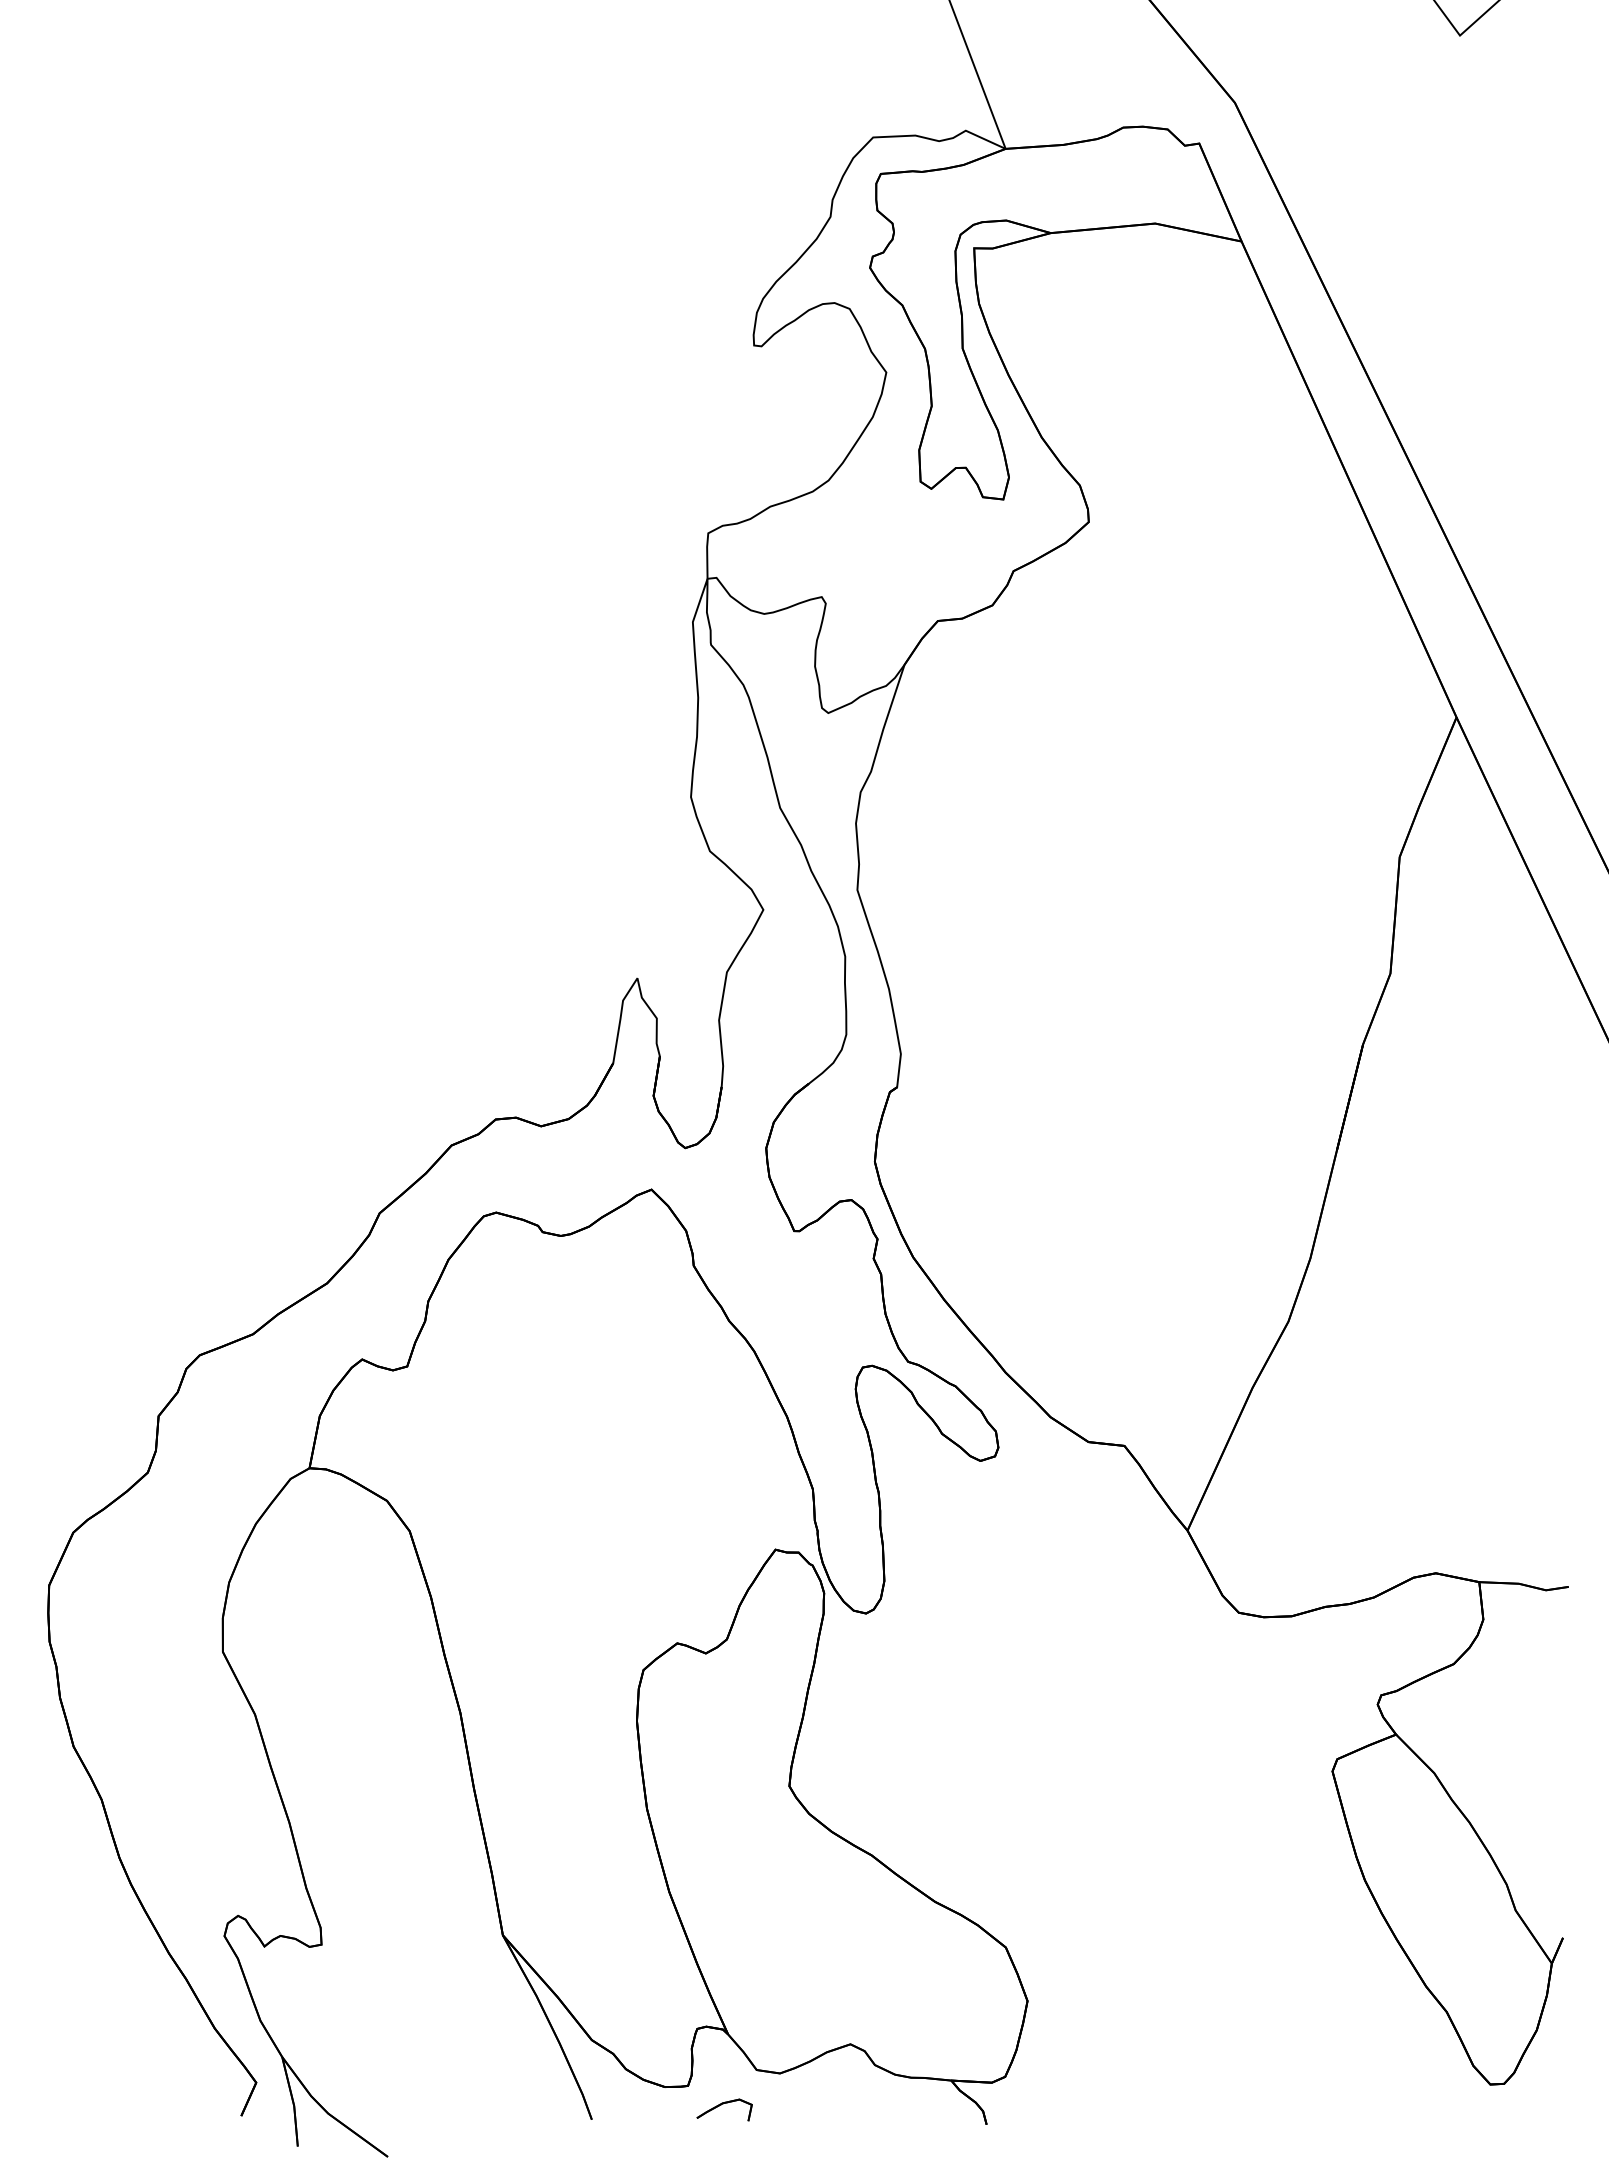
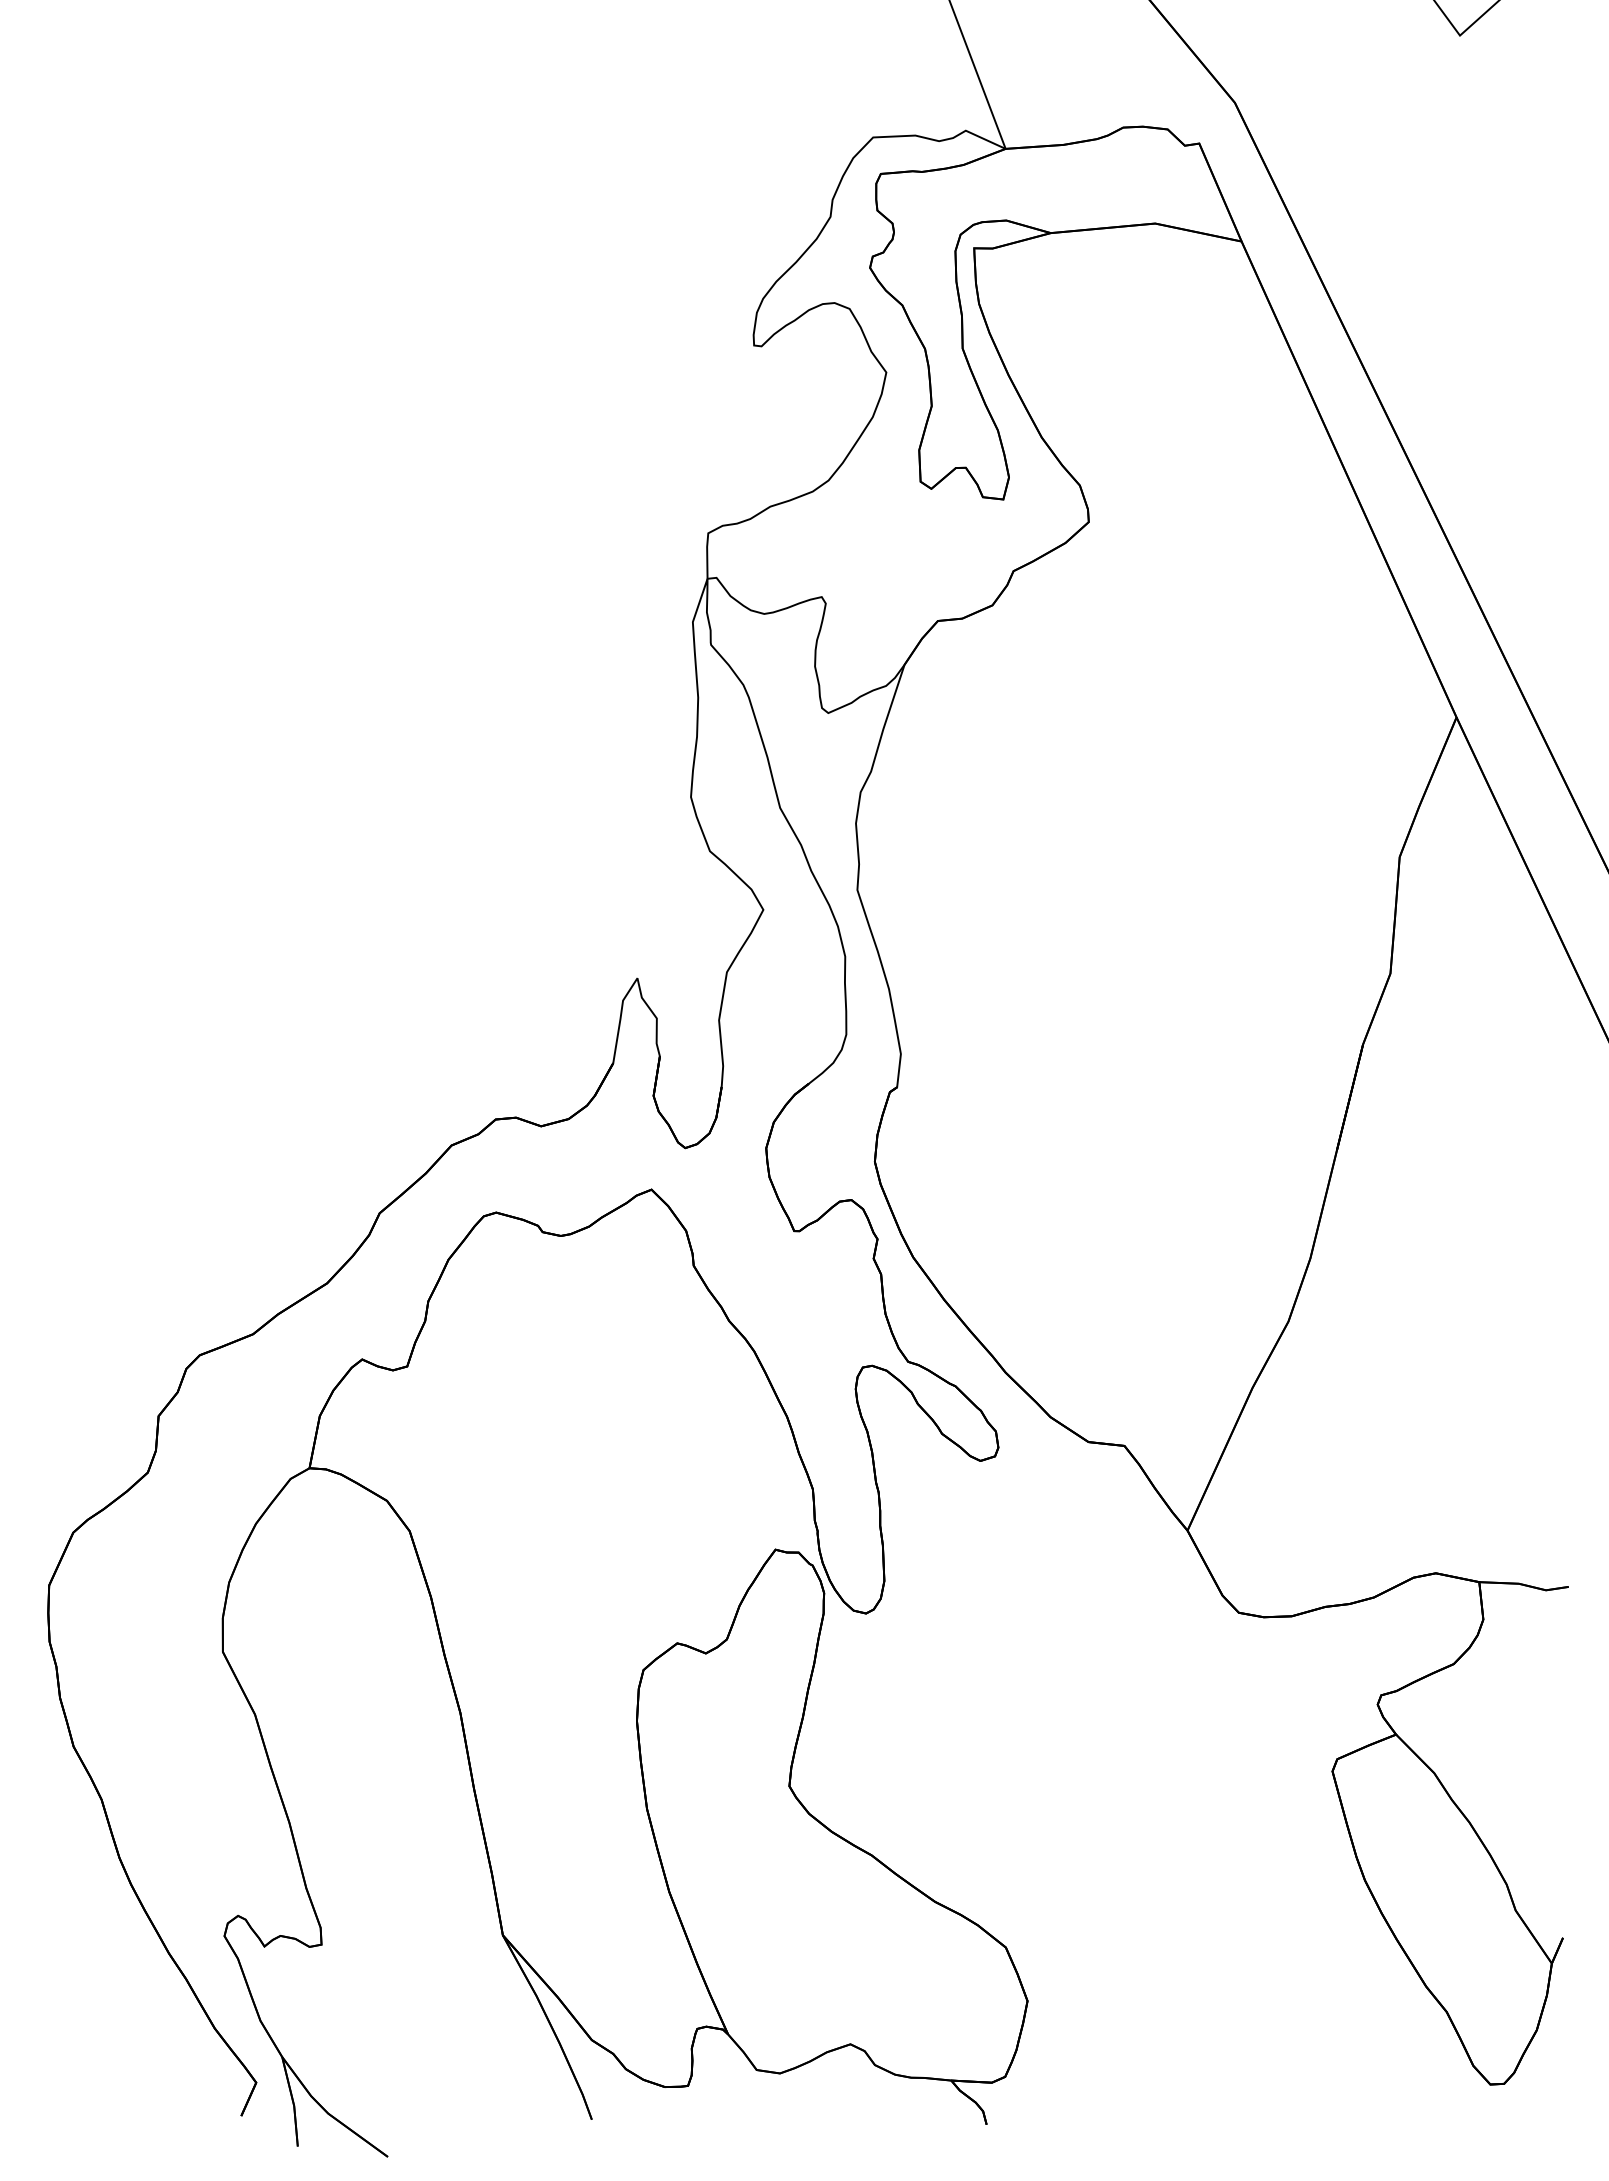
part at (724, 2109): present -> none
